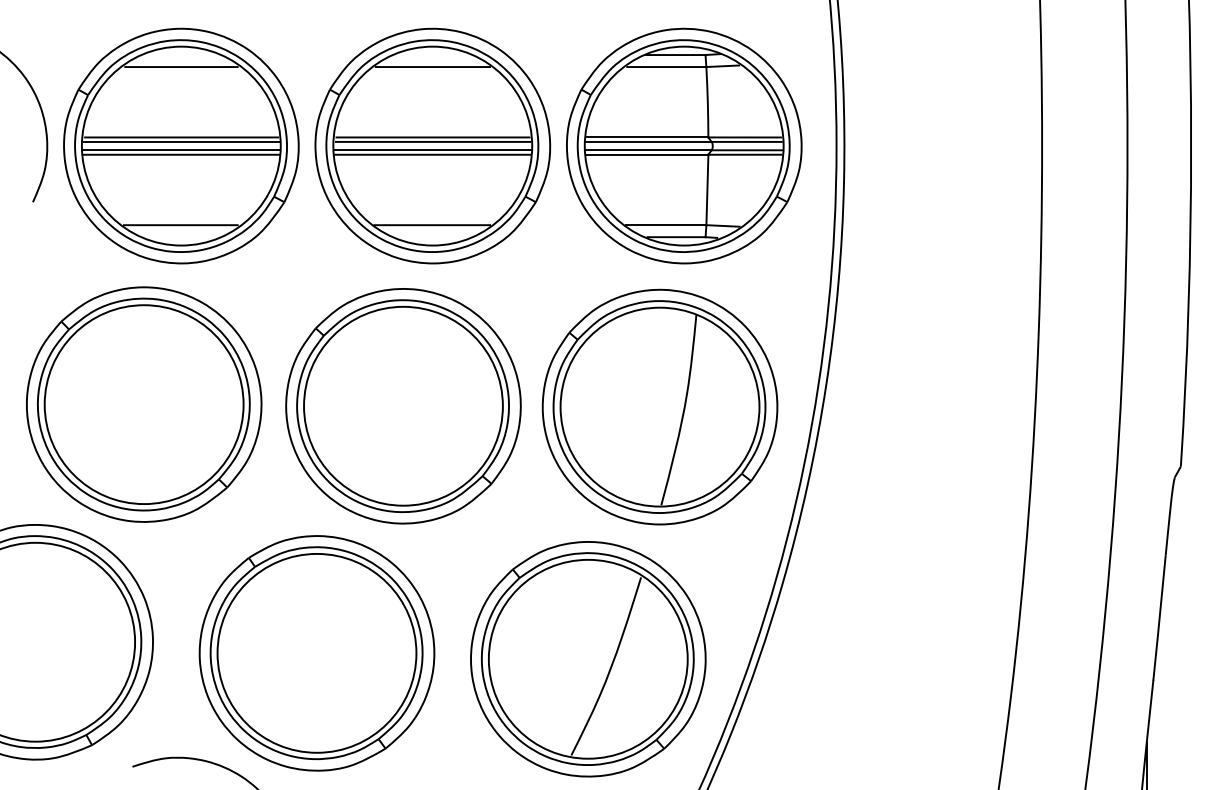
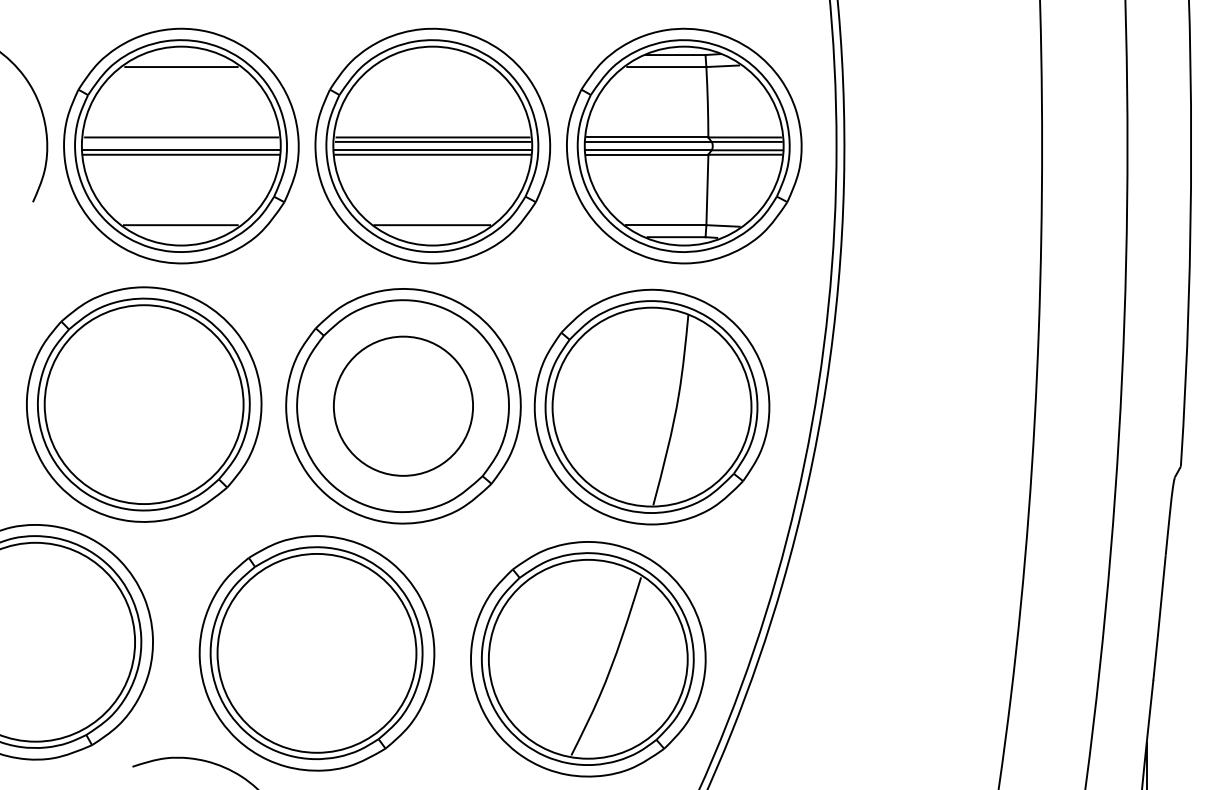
line at (432, 67): present -> none
line at (181, 141): present -> none
circle at (403, 405) diameter: 199 px -> 139 px
part at (659, 406) position: (659, 406) -> (651, 406)
